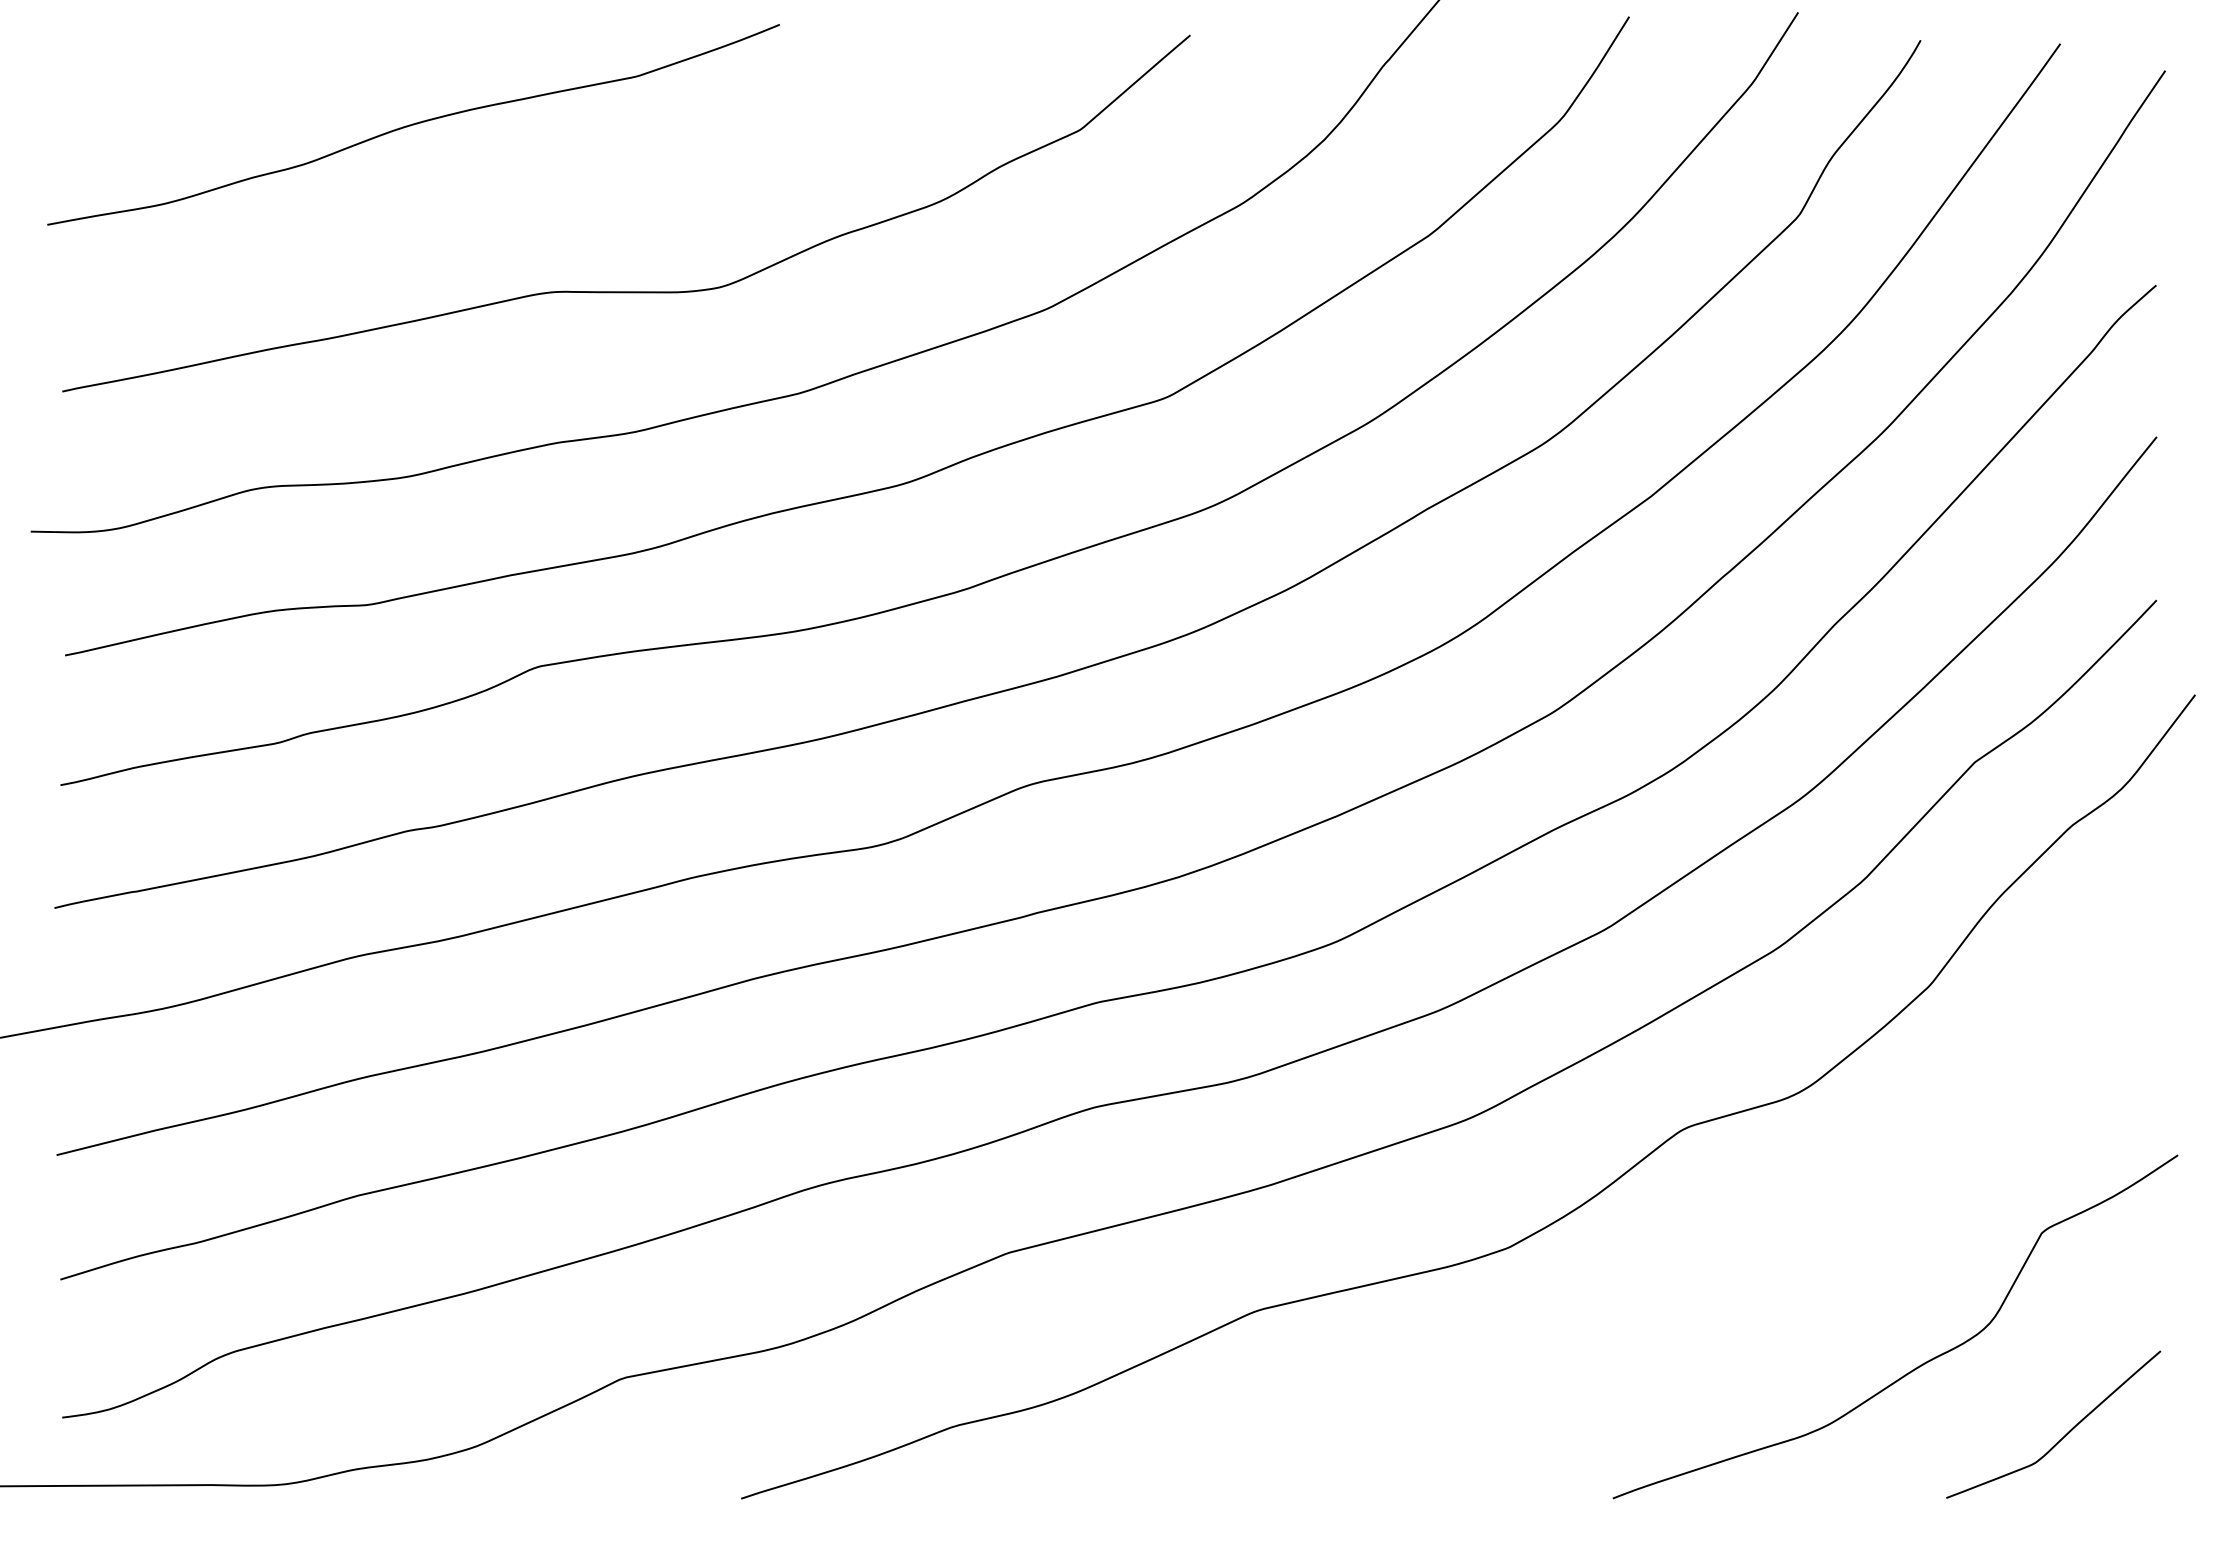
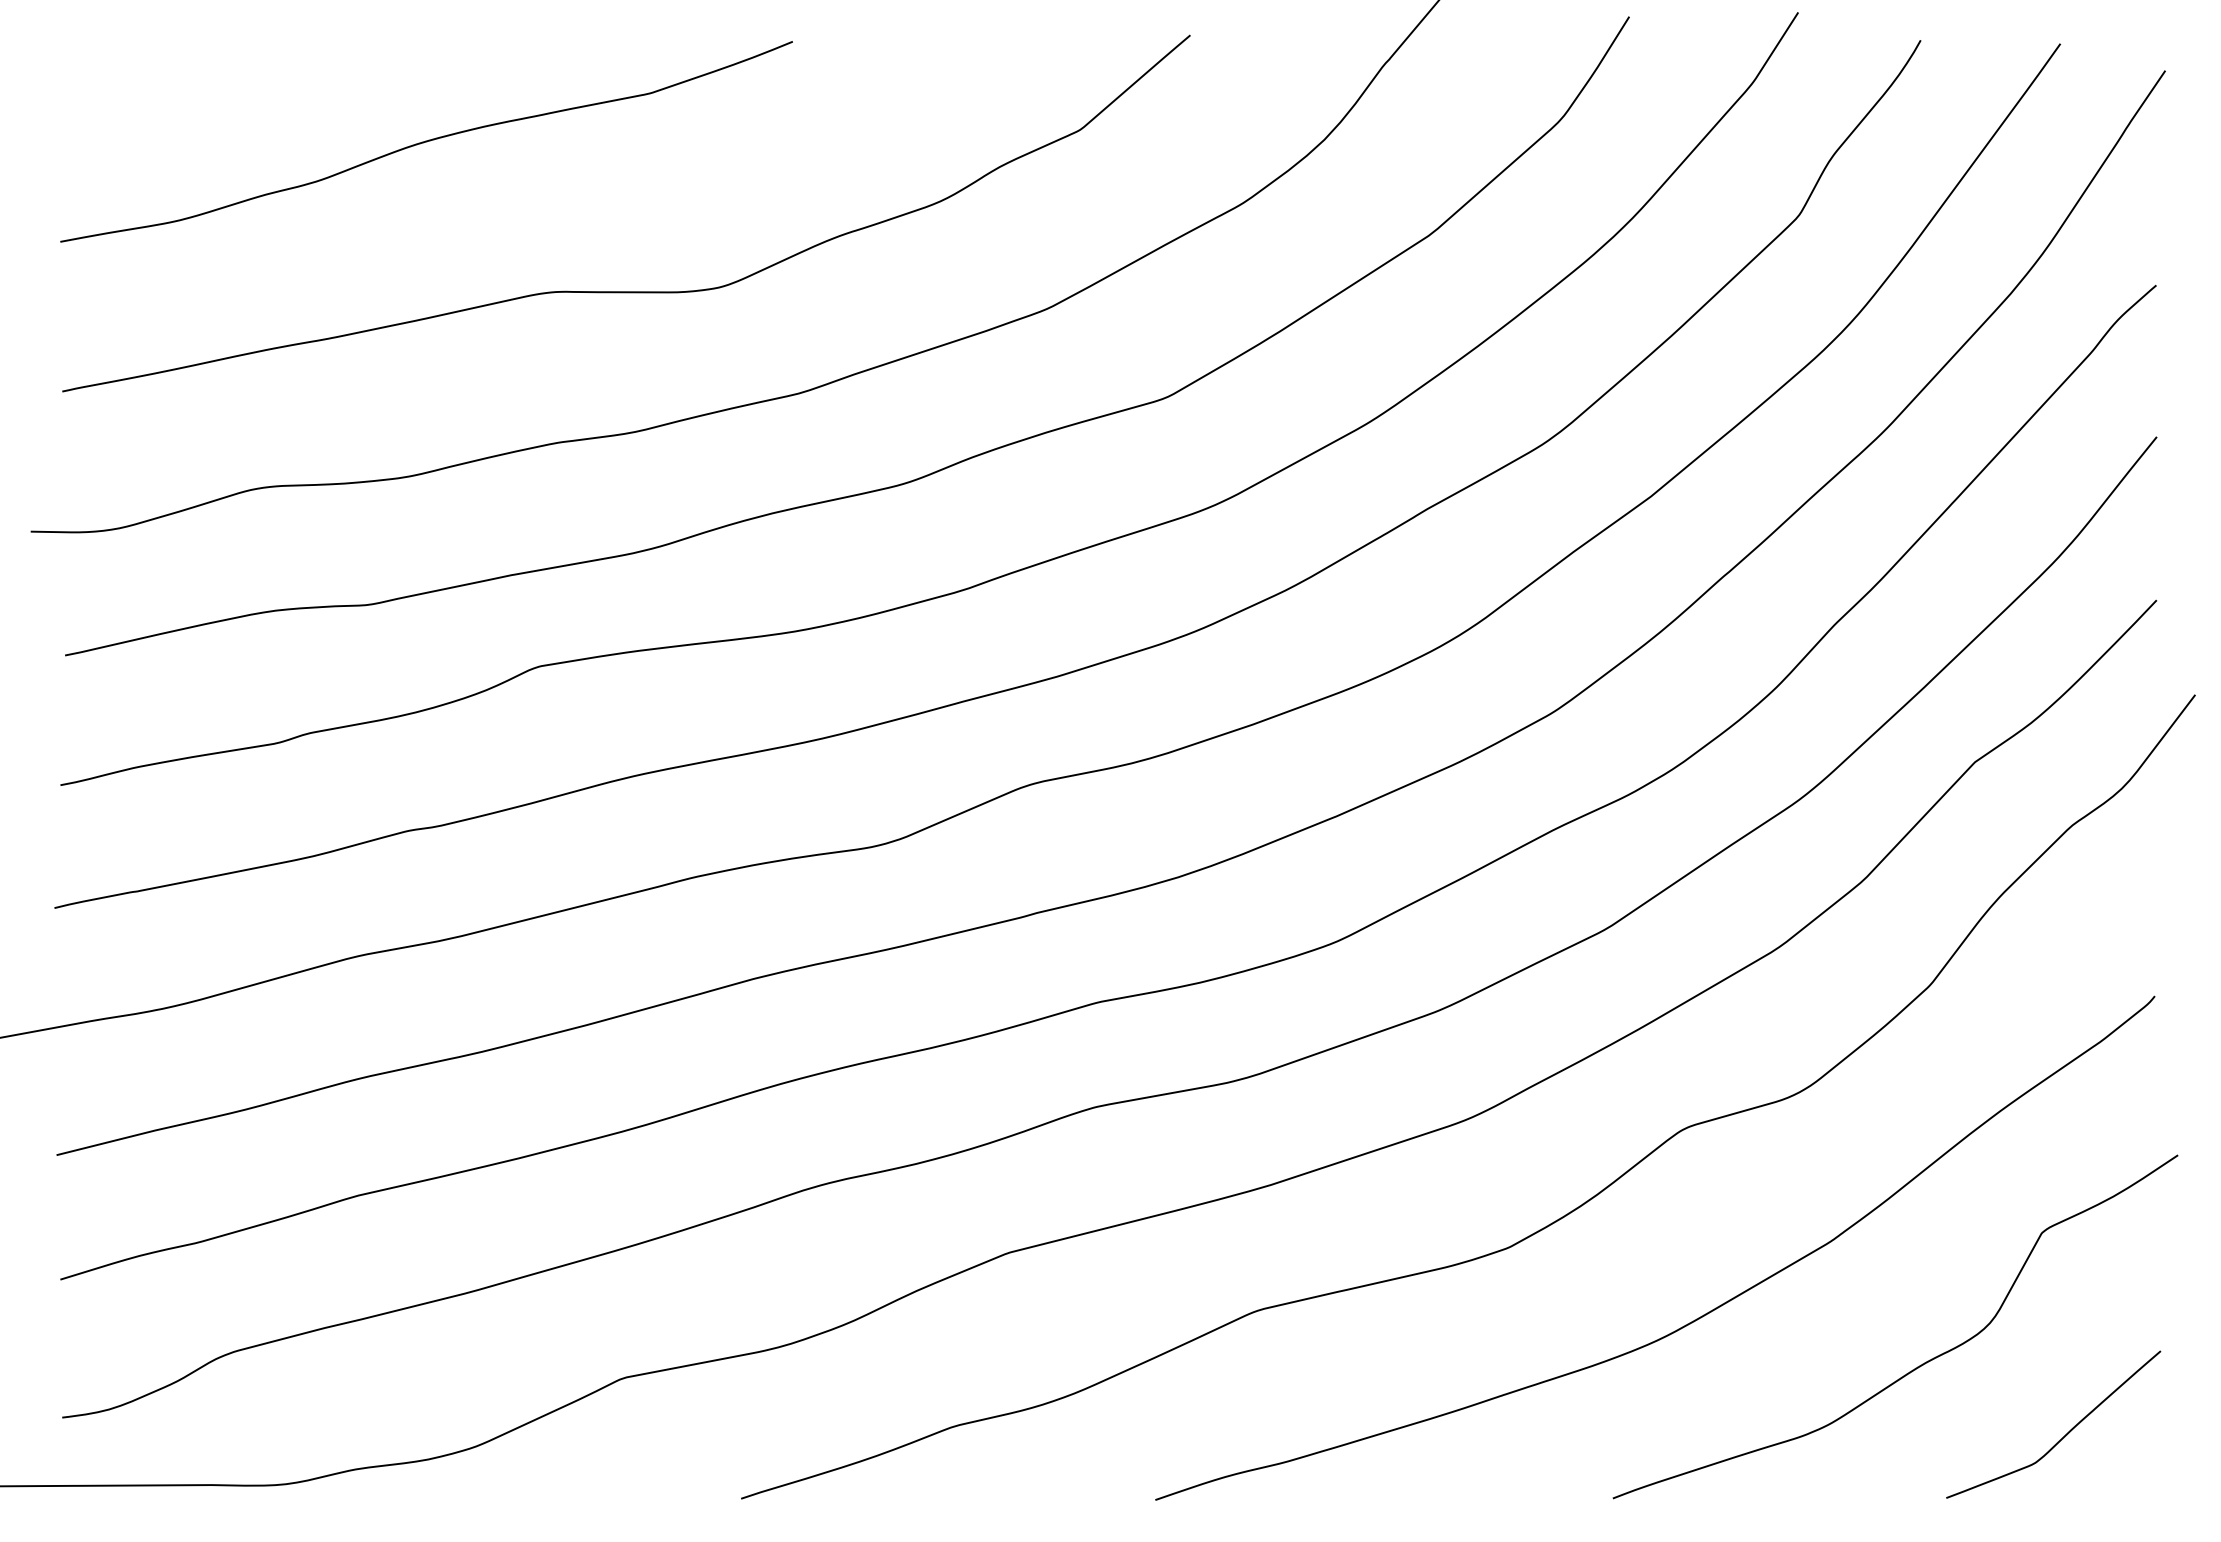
curve at (413, 124) position: (413, 124) -> (426, 141)
curve at (1694, 1319): none -> present
